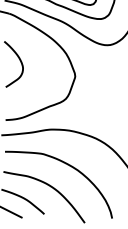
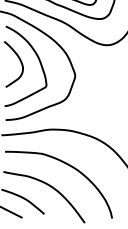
curve at (37, 58): none -> present
